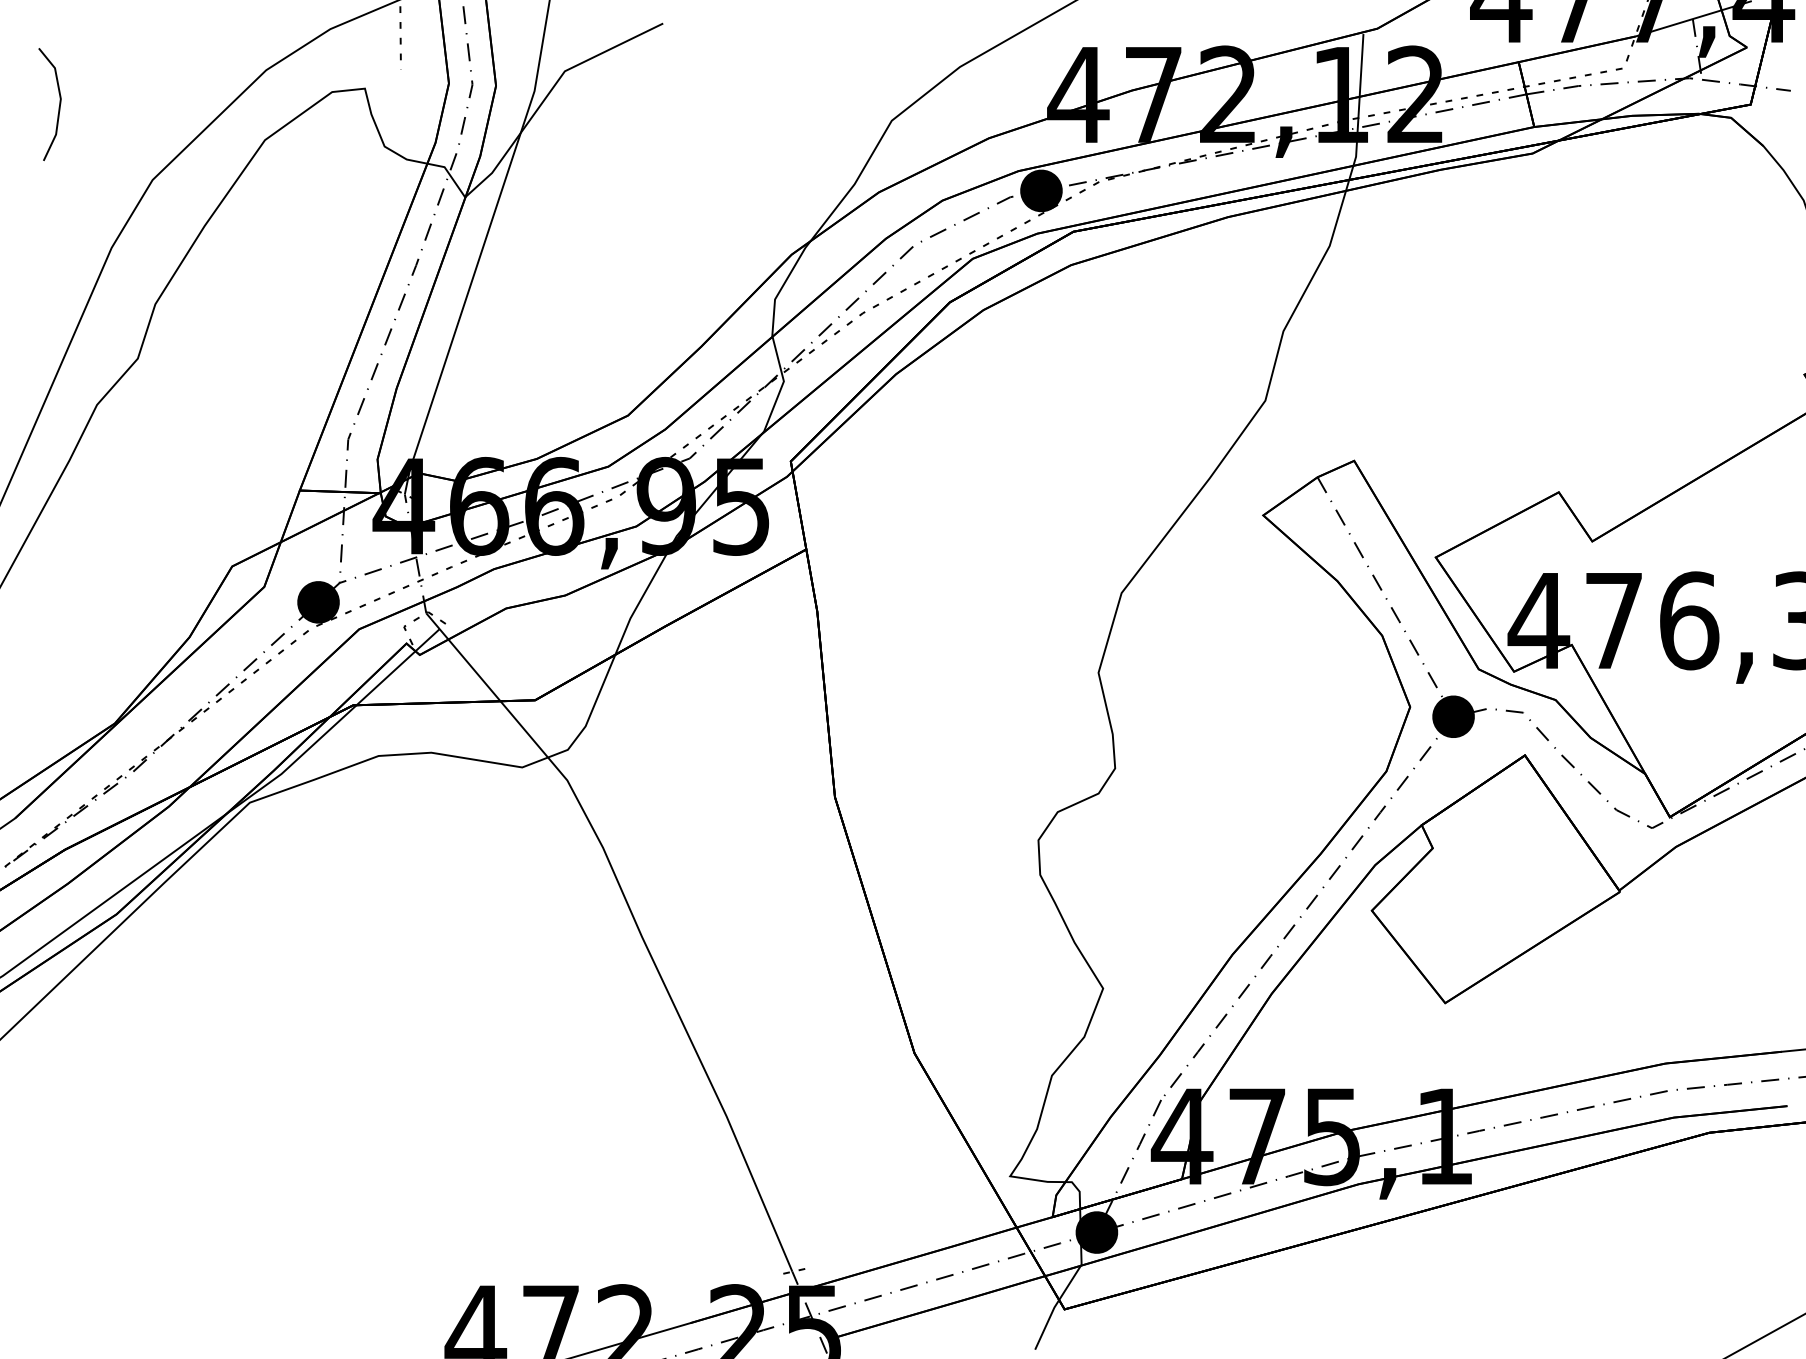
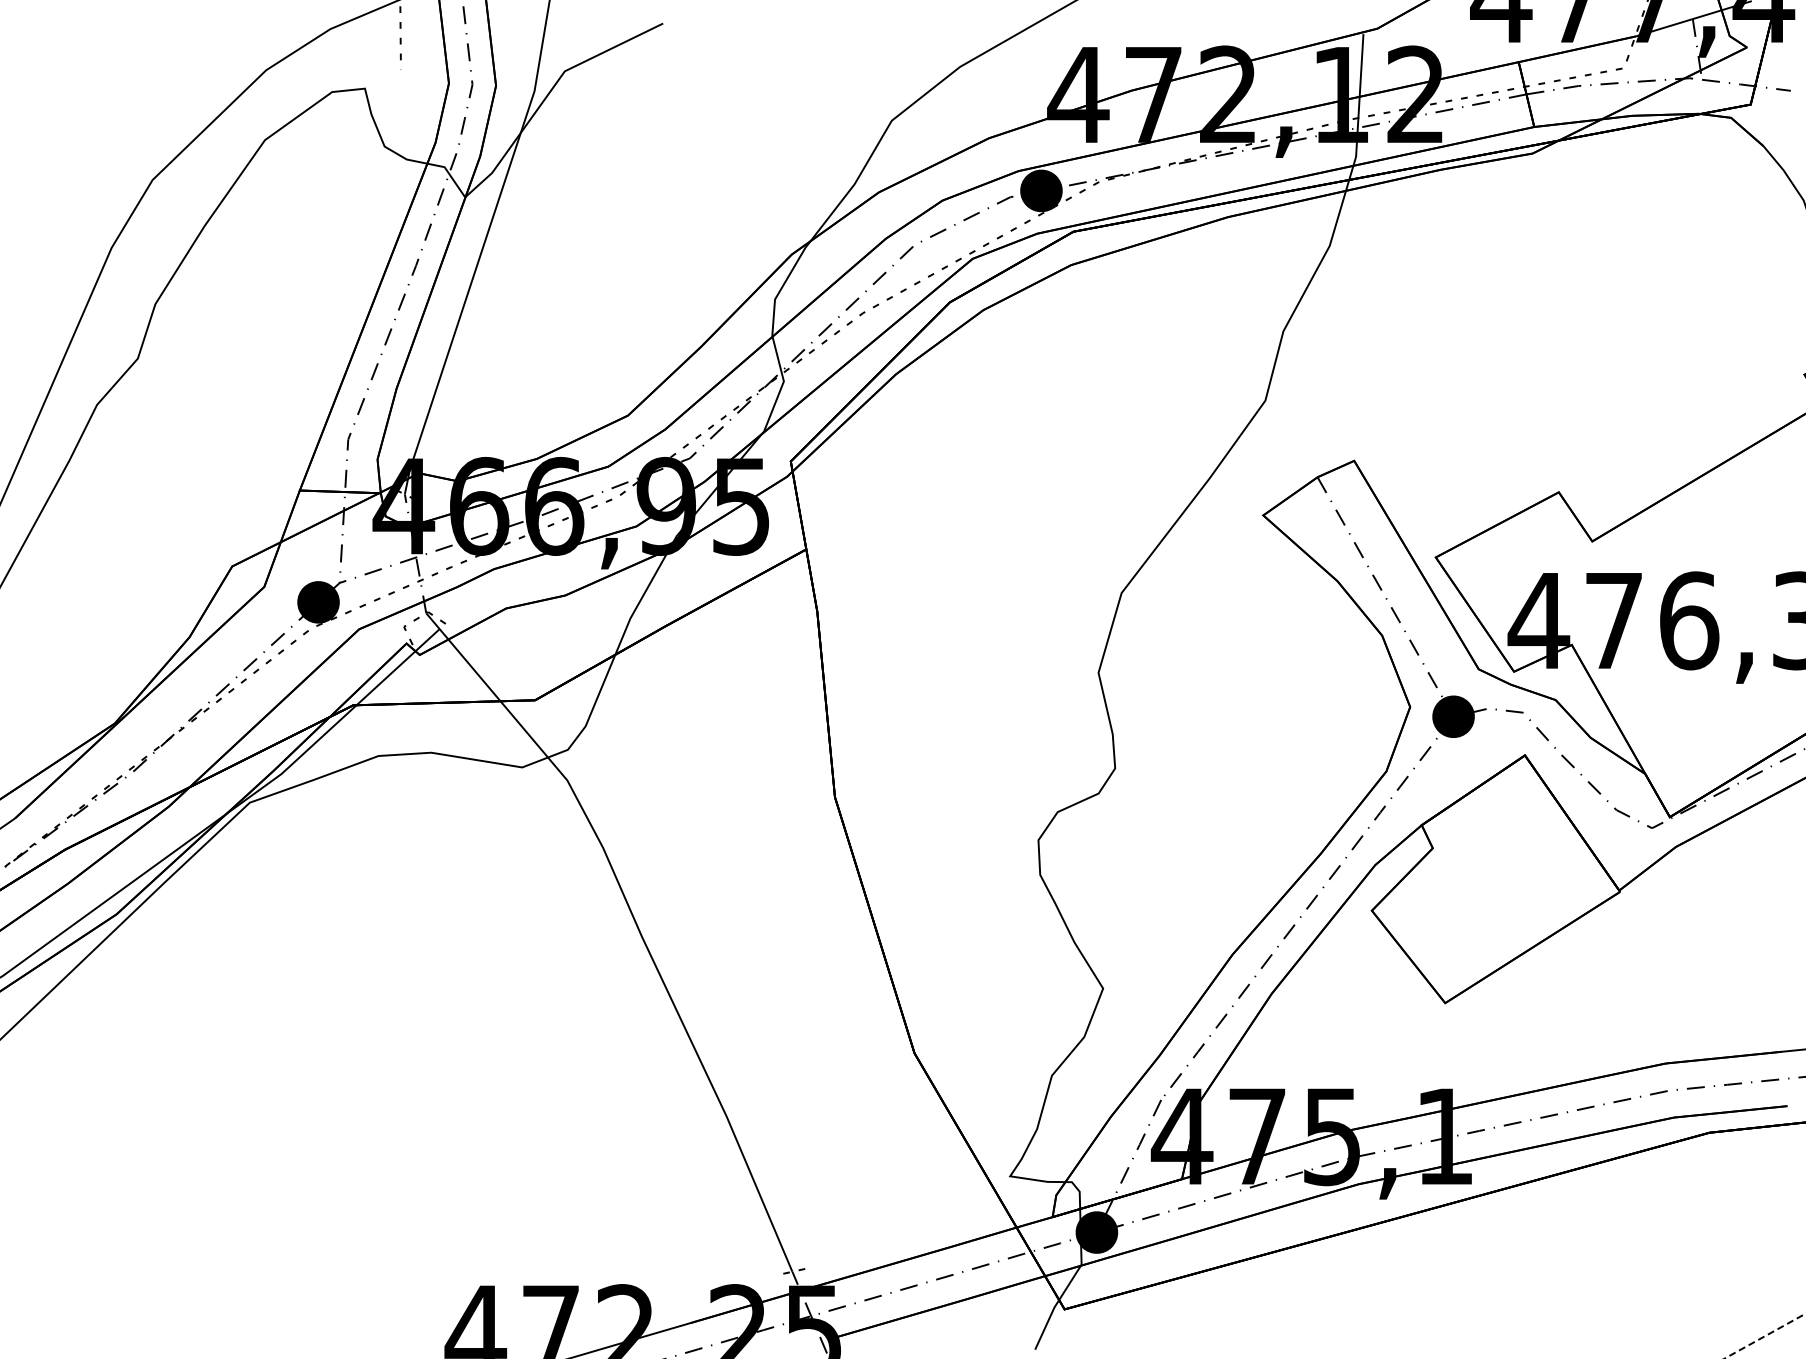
line at (58, 107): present -> none
line at (1765, 1335): solid -> dashed
